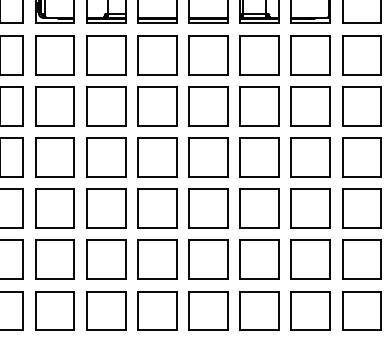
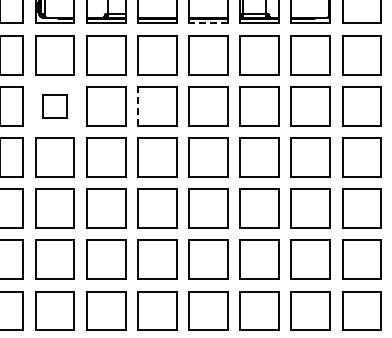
line at (207, 23): solid -> dashed
line at (138, 105): solid -> dashed
part at (54, 106) size: 40x41 px -> 26x25 px
